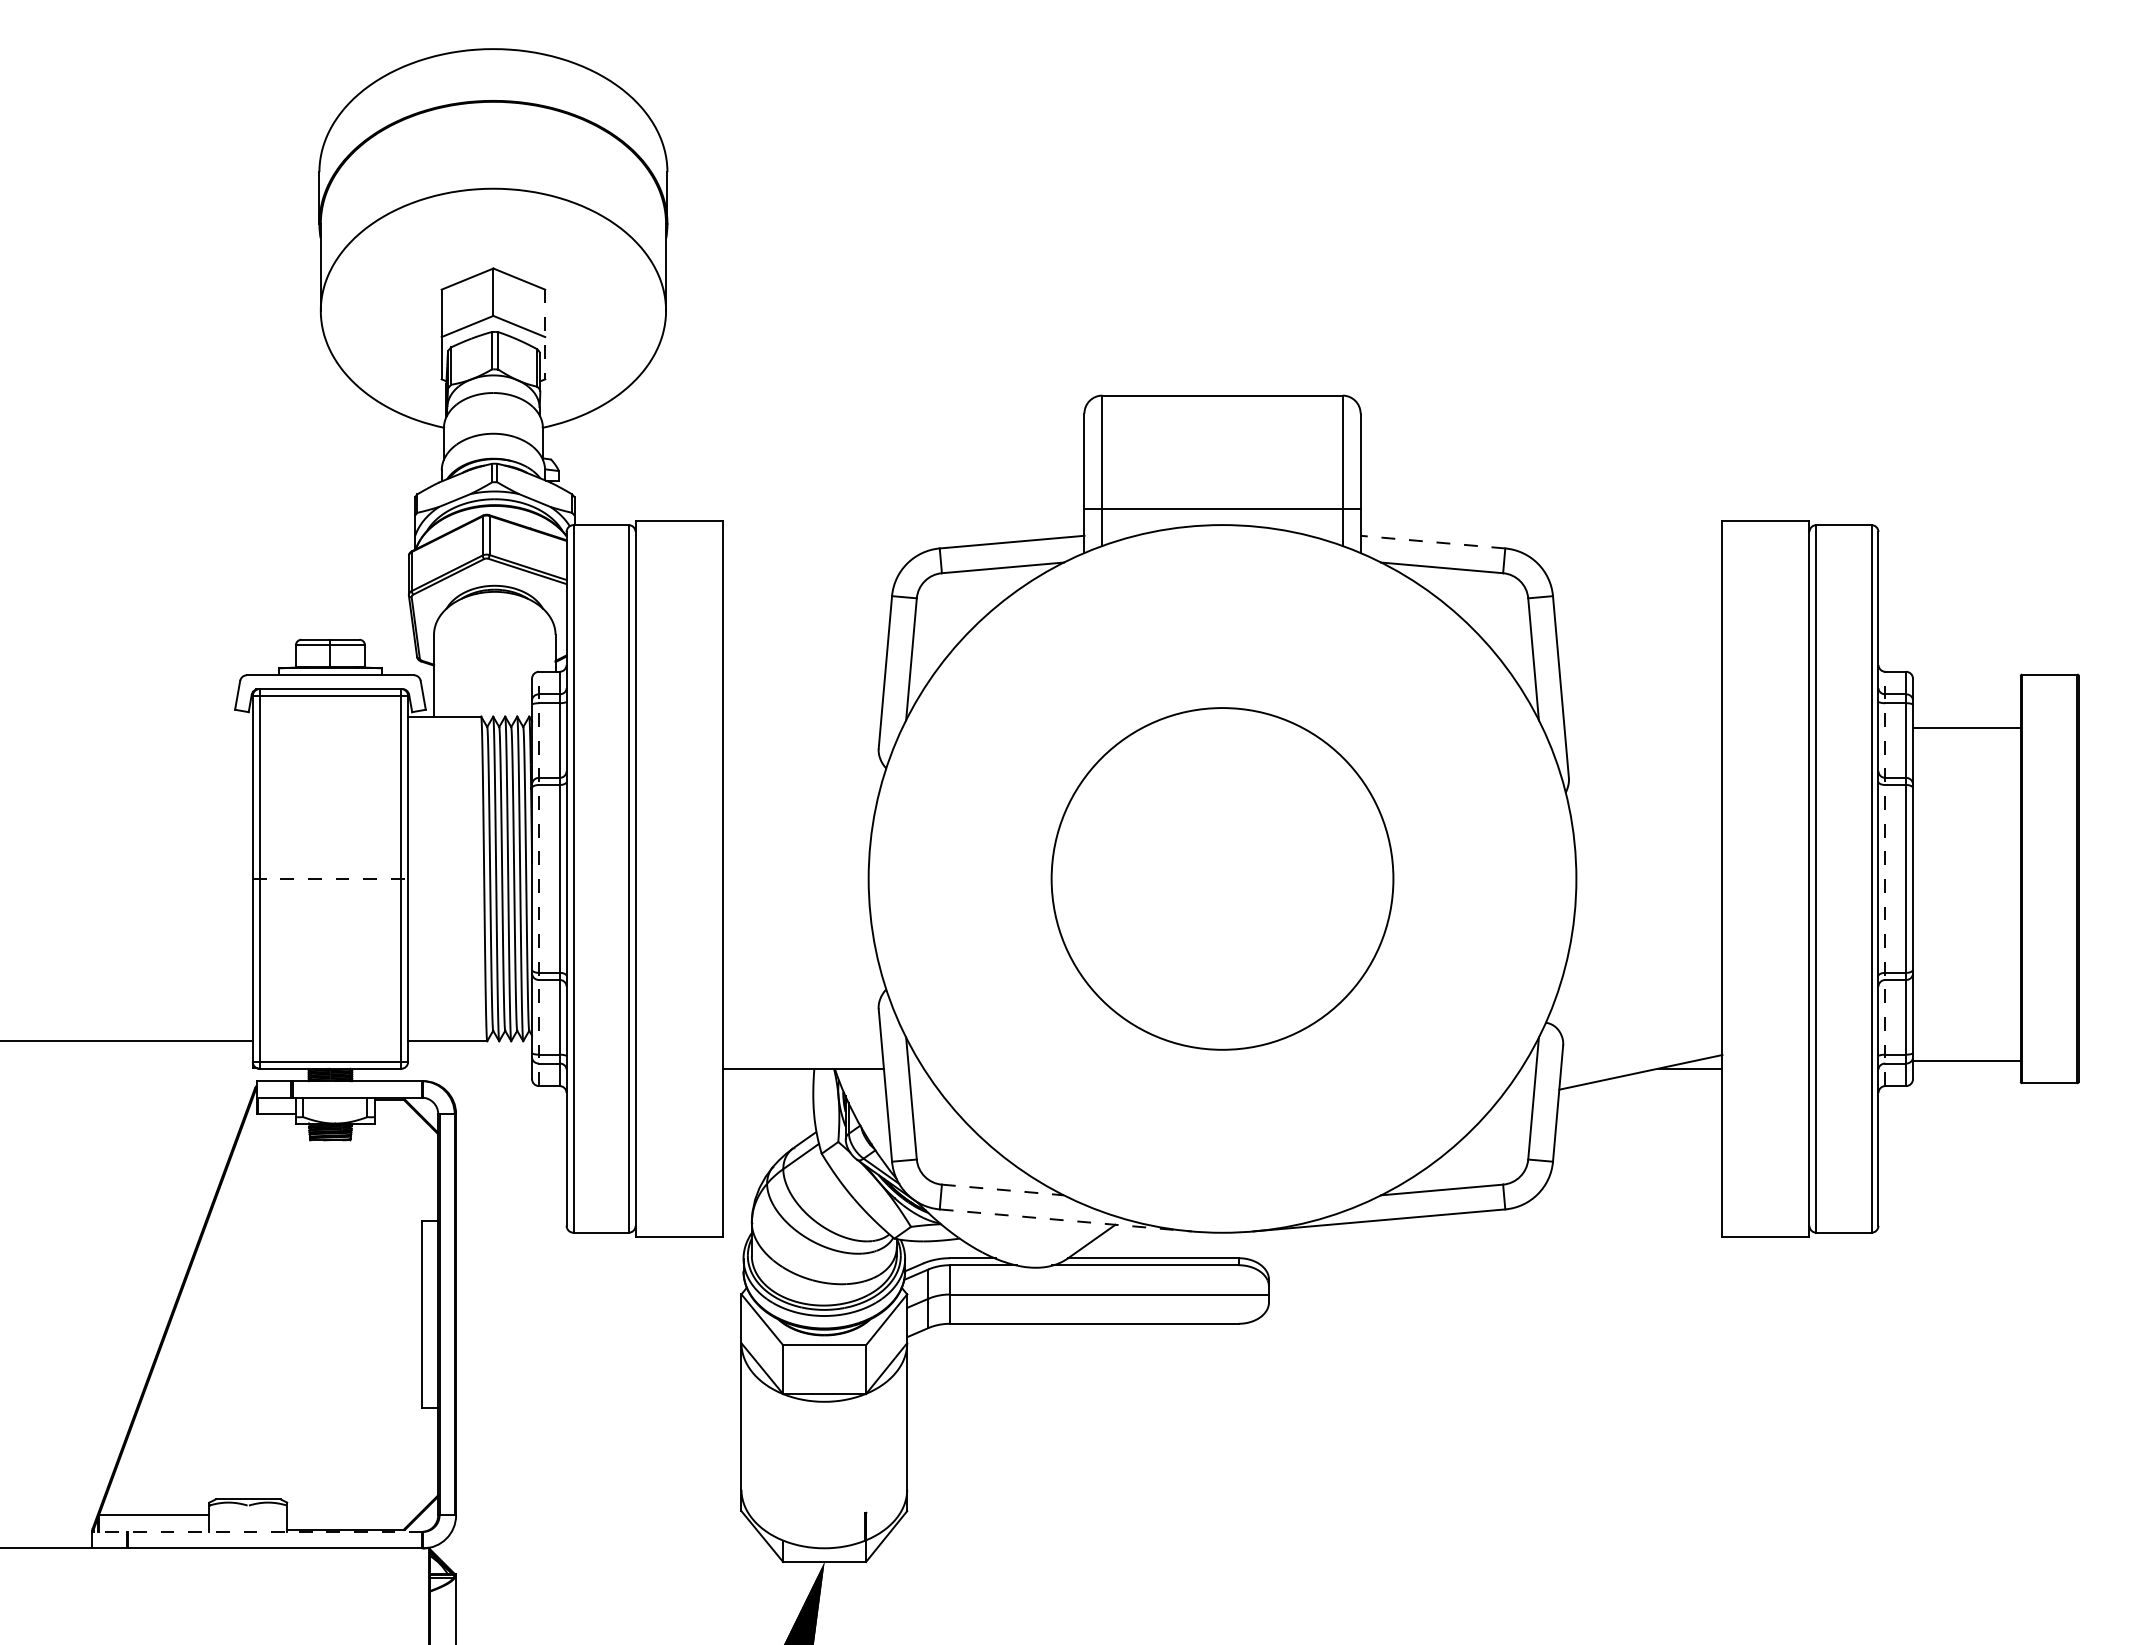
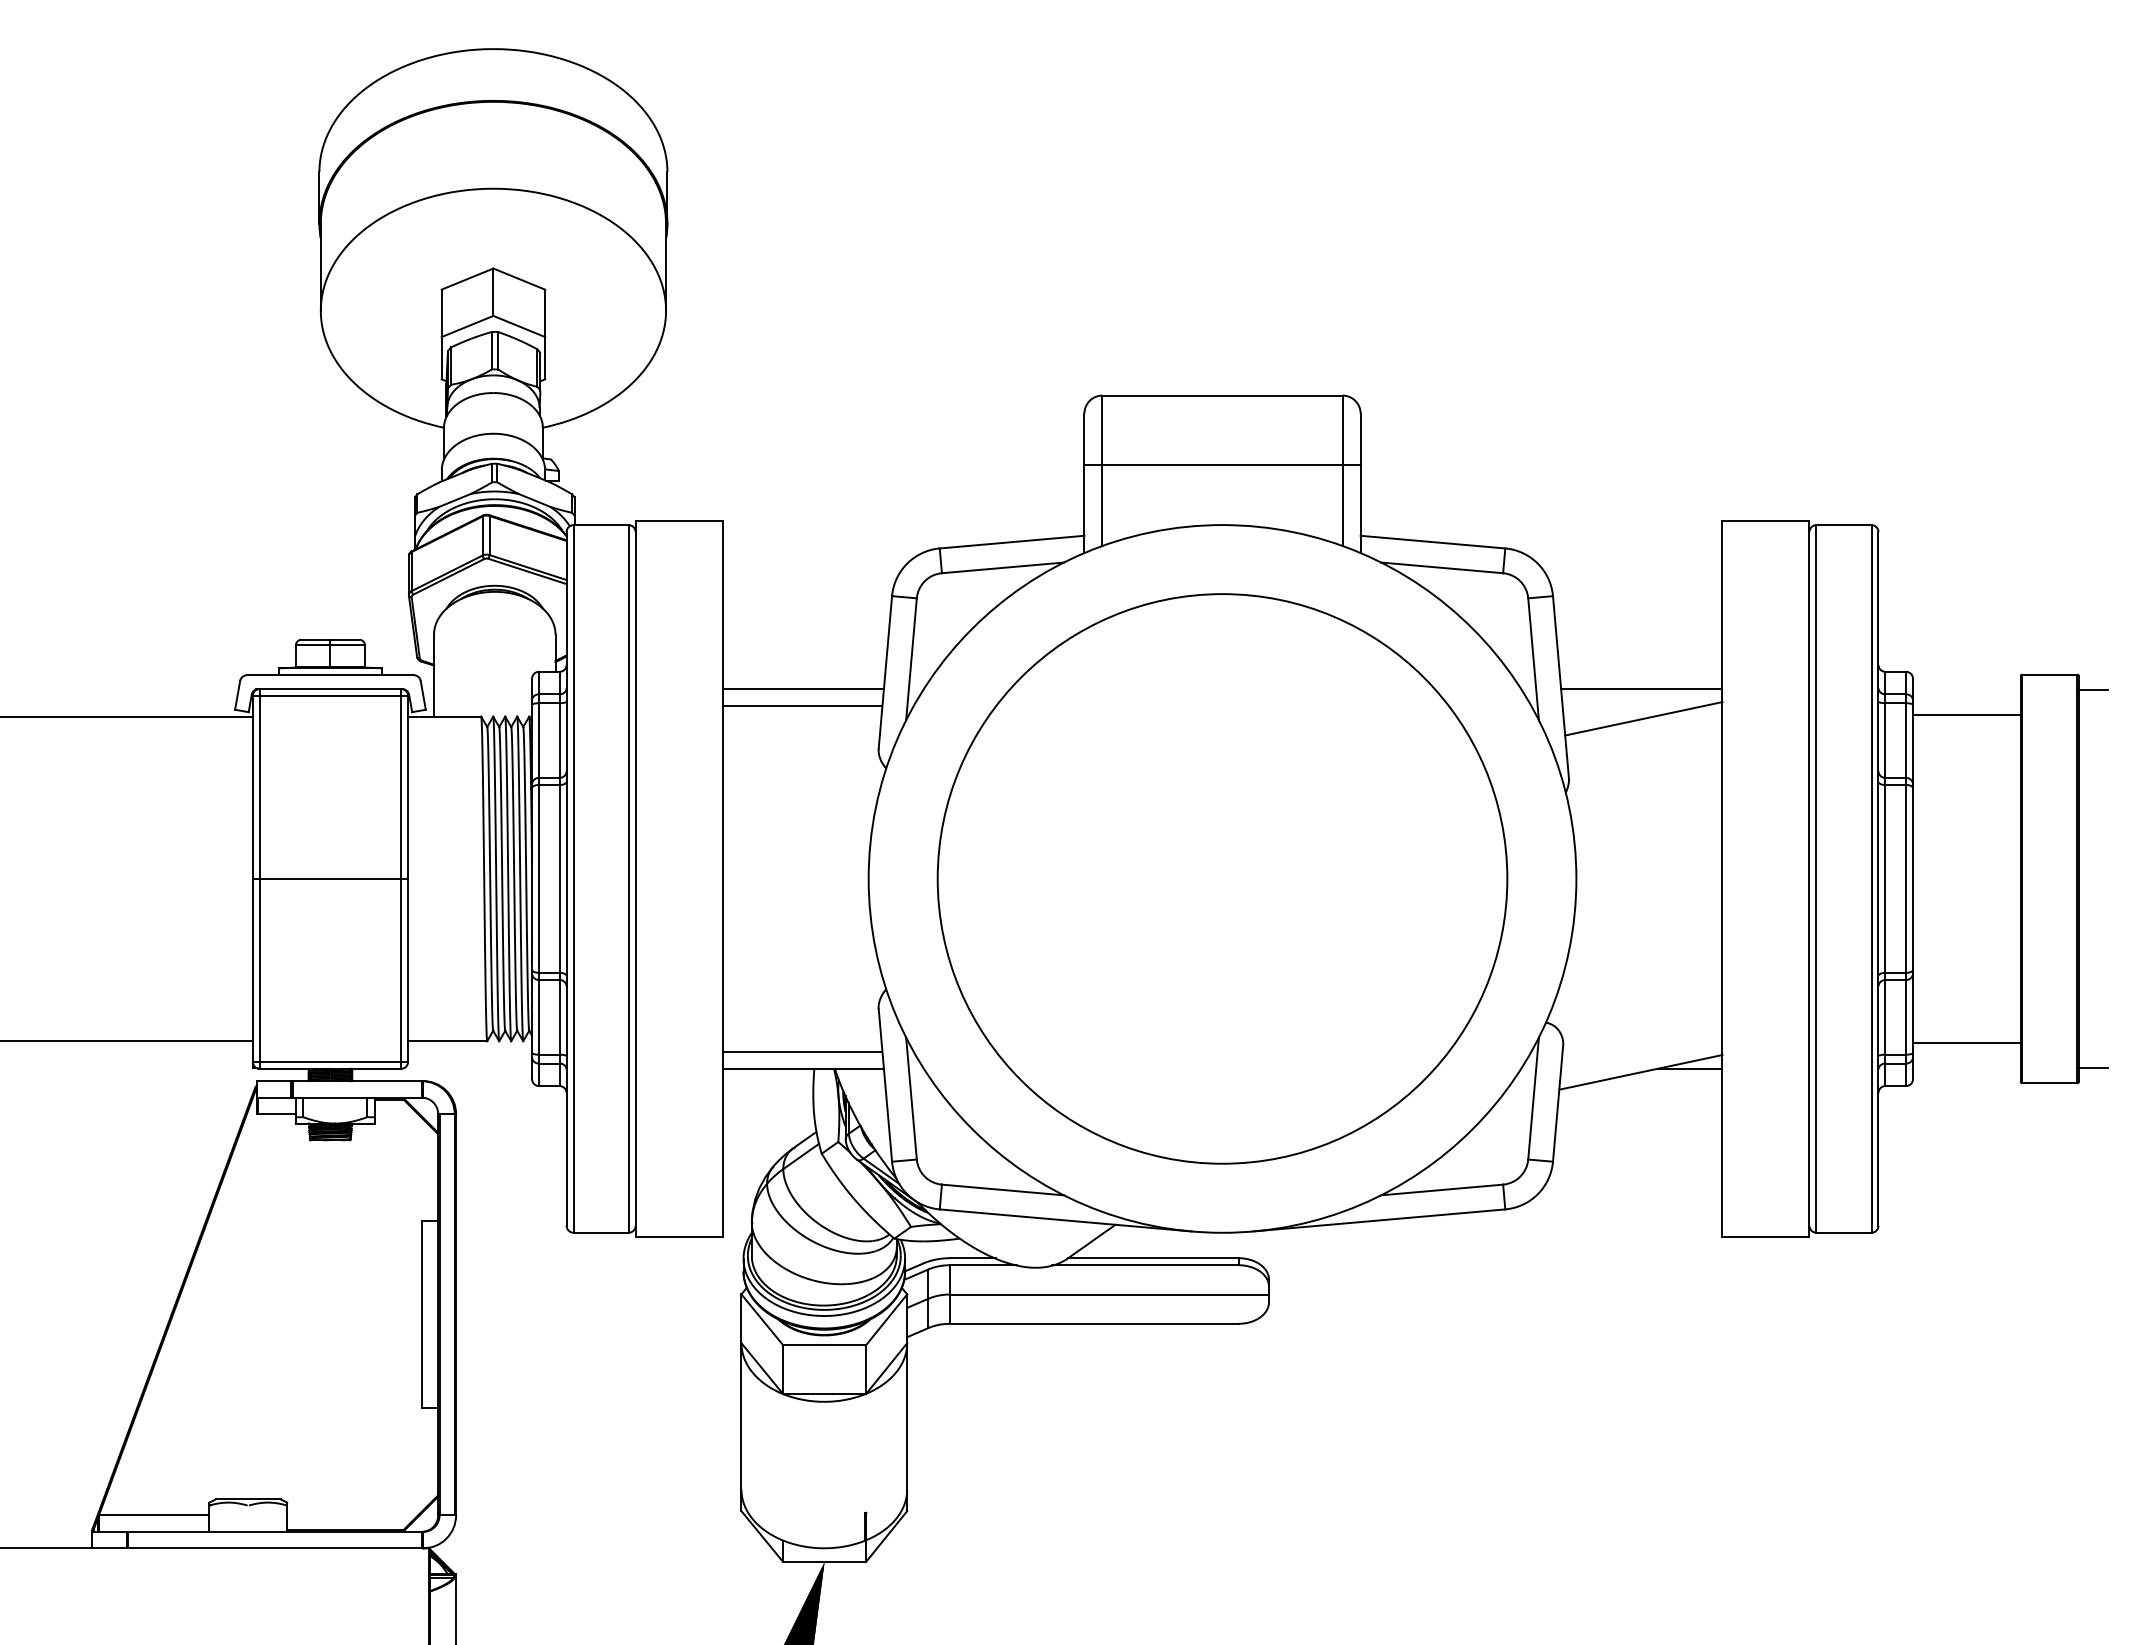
line at (545, 334): dashed -> solid
line at (1222, 508) position: (1222, 508) -> (1222, 464)
line at (1432, 542): dashed -> solid
line at (802, 689): none -> present
line at (1641, 689): none -> present
line at (2092, 689): none -> present
line at (802, 706): none -> present
line at (127, 716): none -> present
line at (1643, 718): none -> present
line at (1966, 727) position: (1966, 727) -> (1966, 714)
line at (330, 878): dashed -> solid
line at (538, 878): dashed -> solid
circle at (1222, 878) diameter: 342 px -> 570 px
line at (1885, 878): dashed -> solid
line at (802, 1051): none -> present
line at (1966, 1060) position: (1966, 1060) -> (1966, 1042)
line at (2092, 1067): none -> present
line at (1003, 1190): dashed -> solid
line at (1066, 1220): dashed -> solid
line at (257, 1531): dashed -> solid
